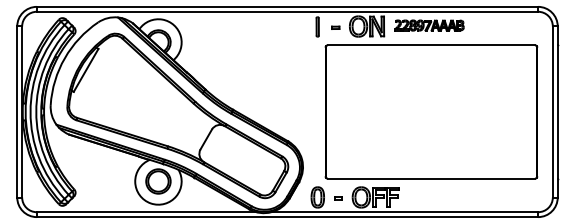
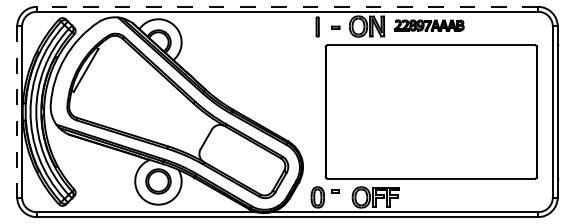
line at (287, 6): solid -> dashed
line at (17, 112): solid -> dashed
part at (338, 198) position: (338, 198) -> (335, 191)
